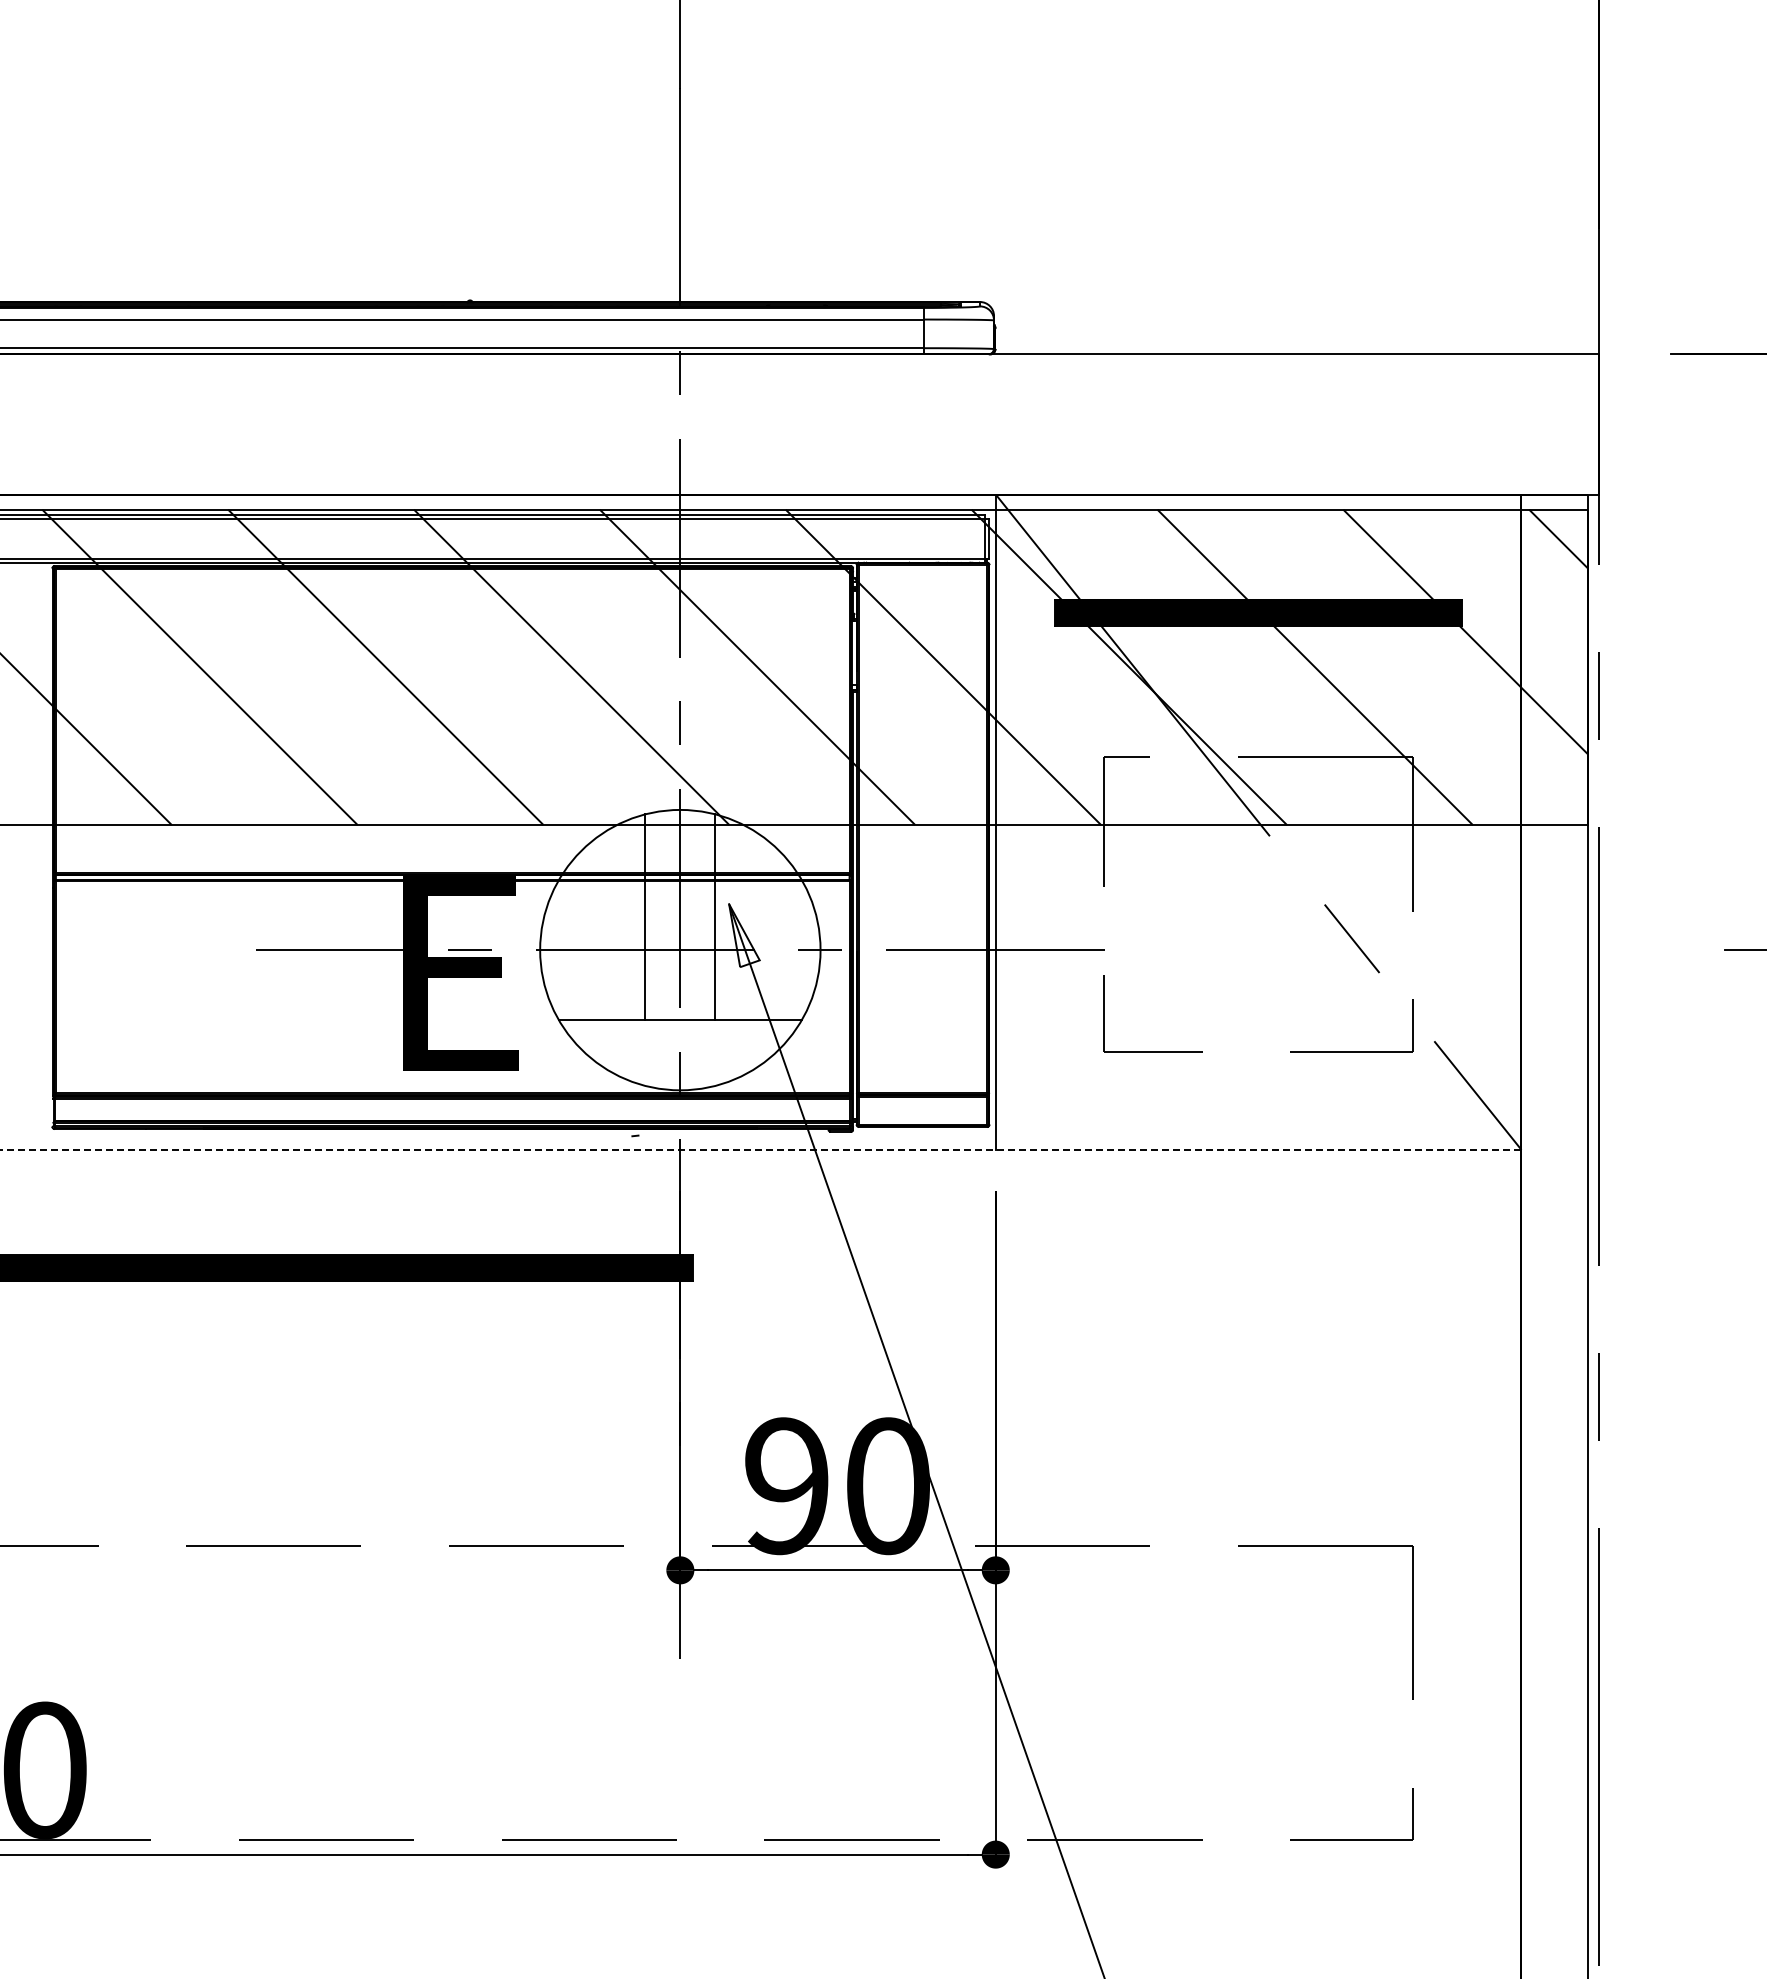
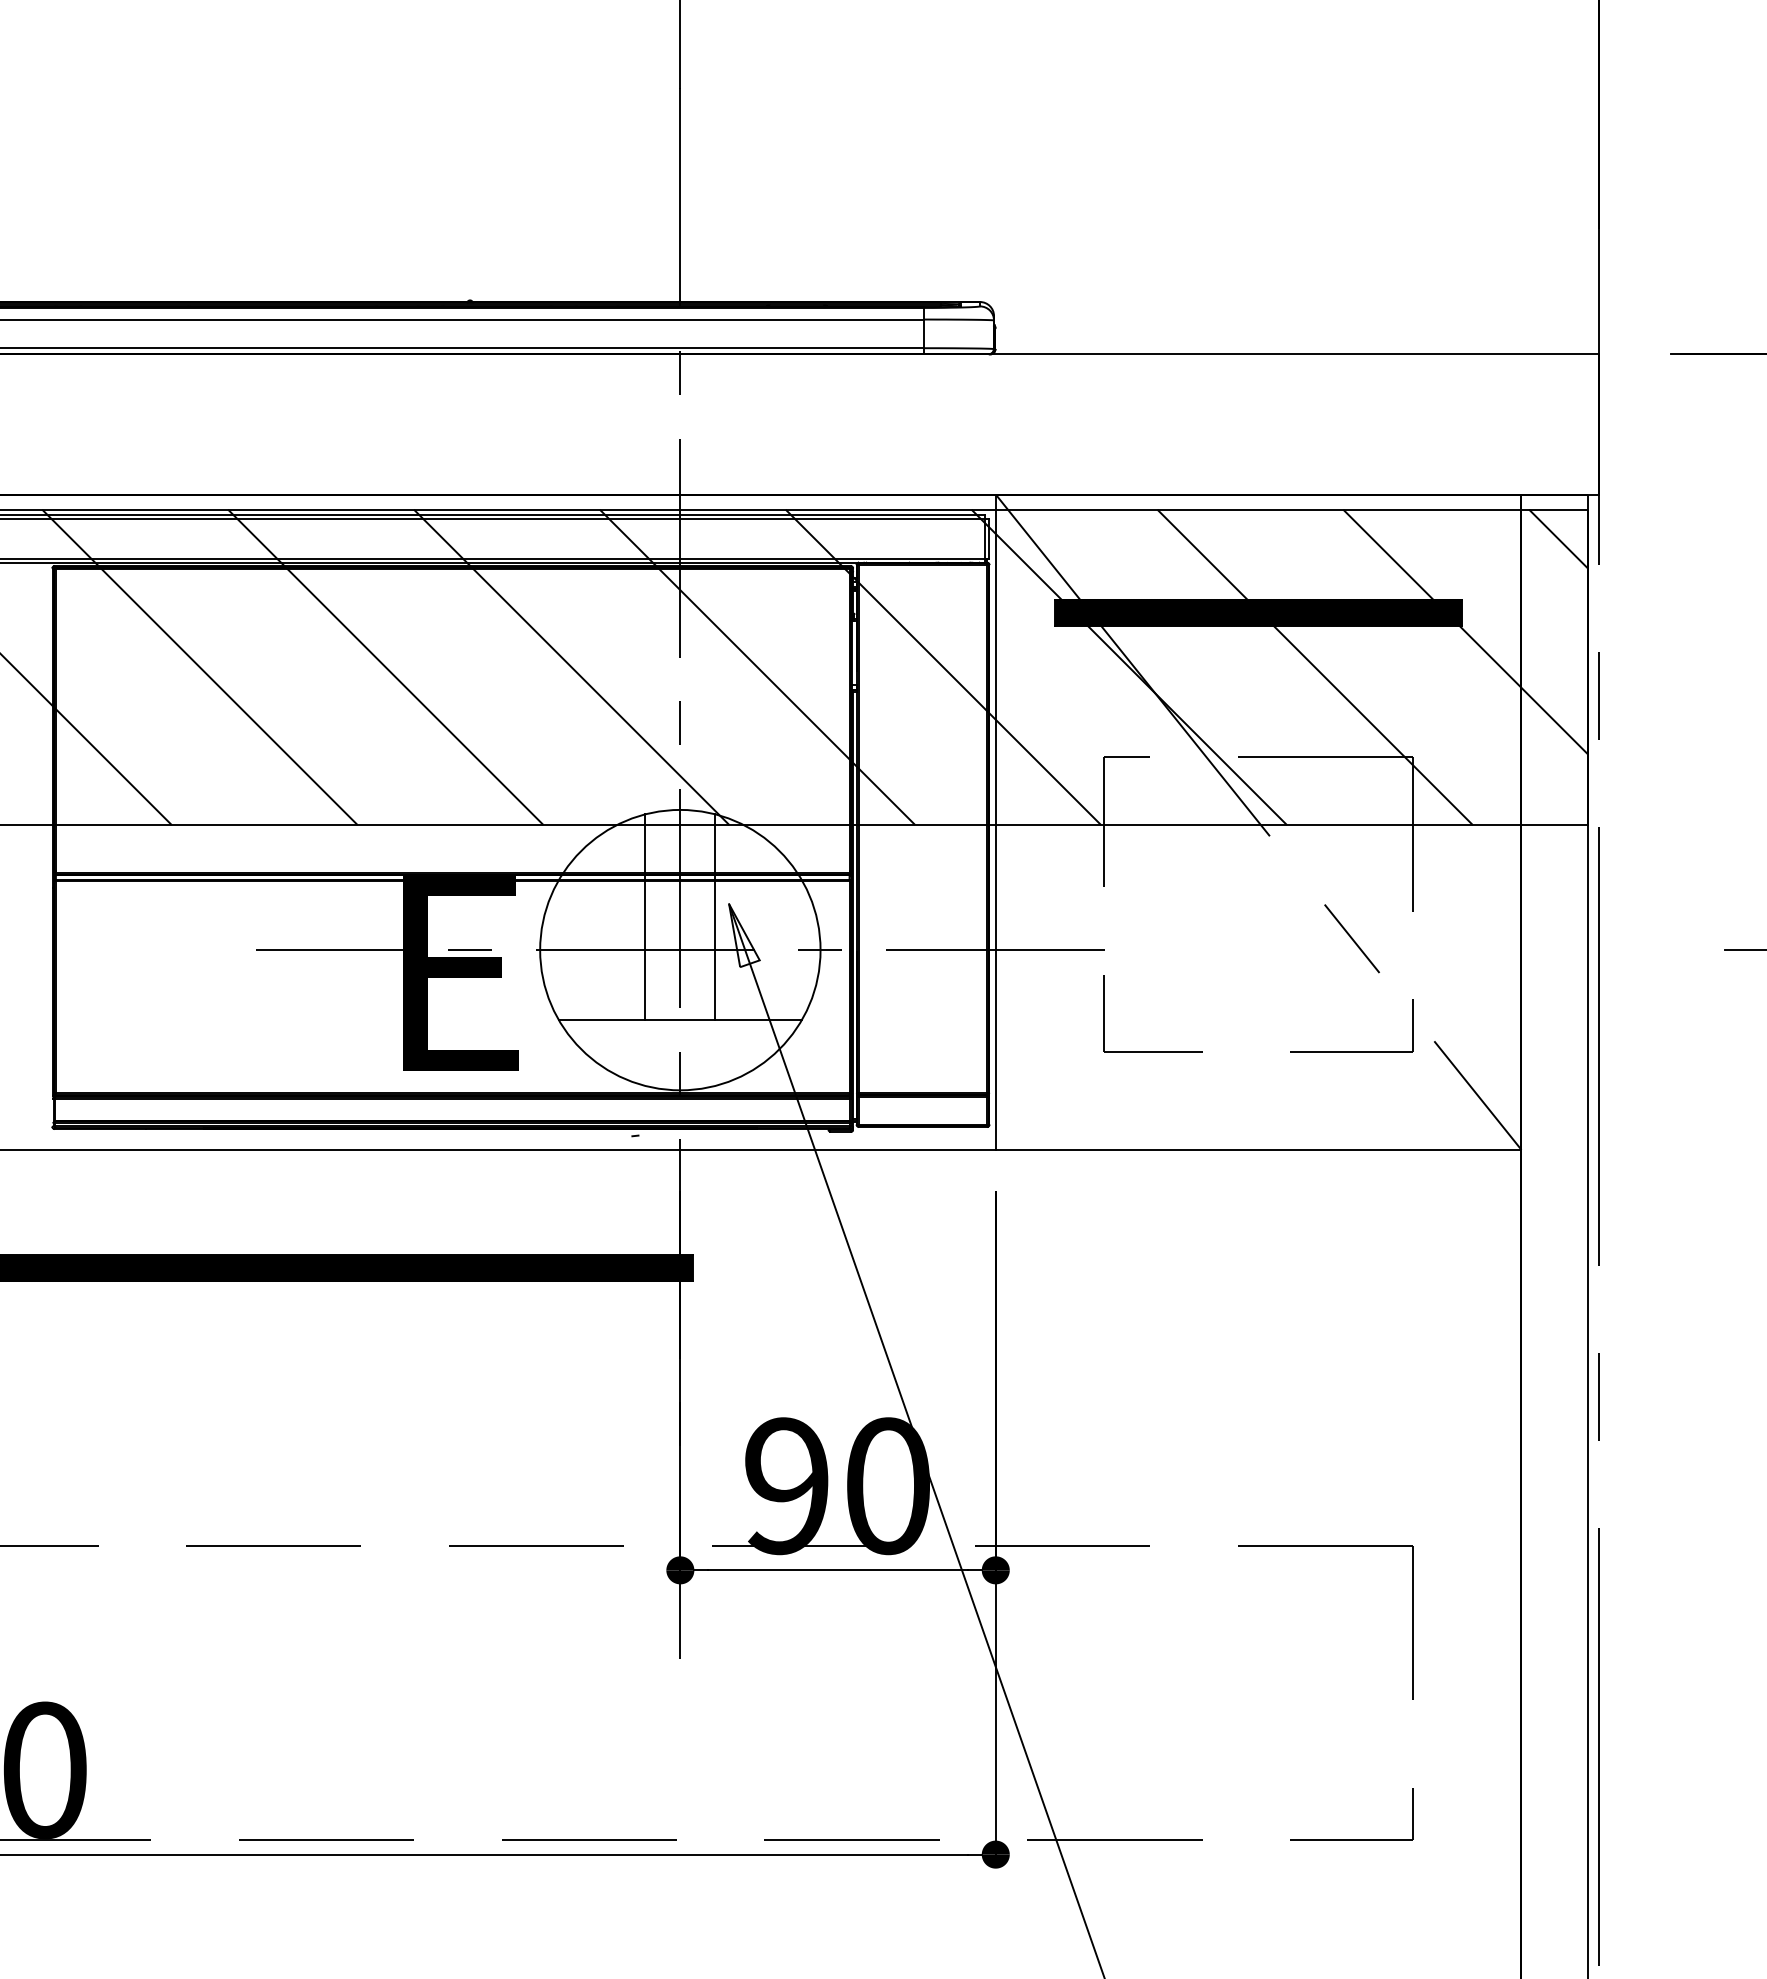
line at (760, 1149): dashed -> solid
